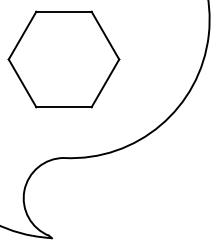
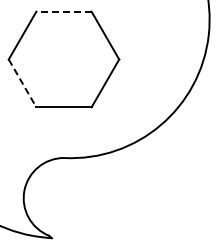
line at (64, 11): solid -> dashed
line at (22, 83): solid -> dashed
